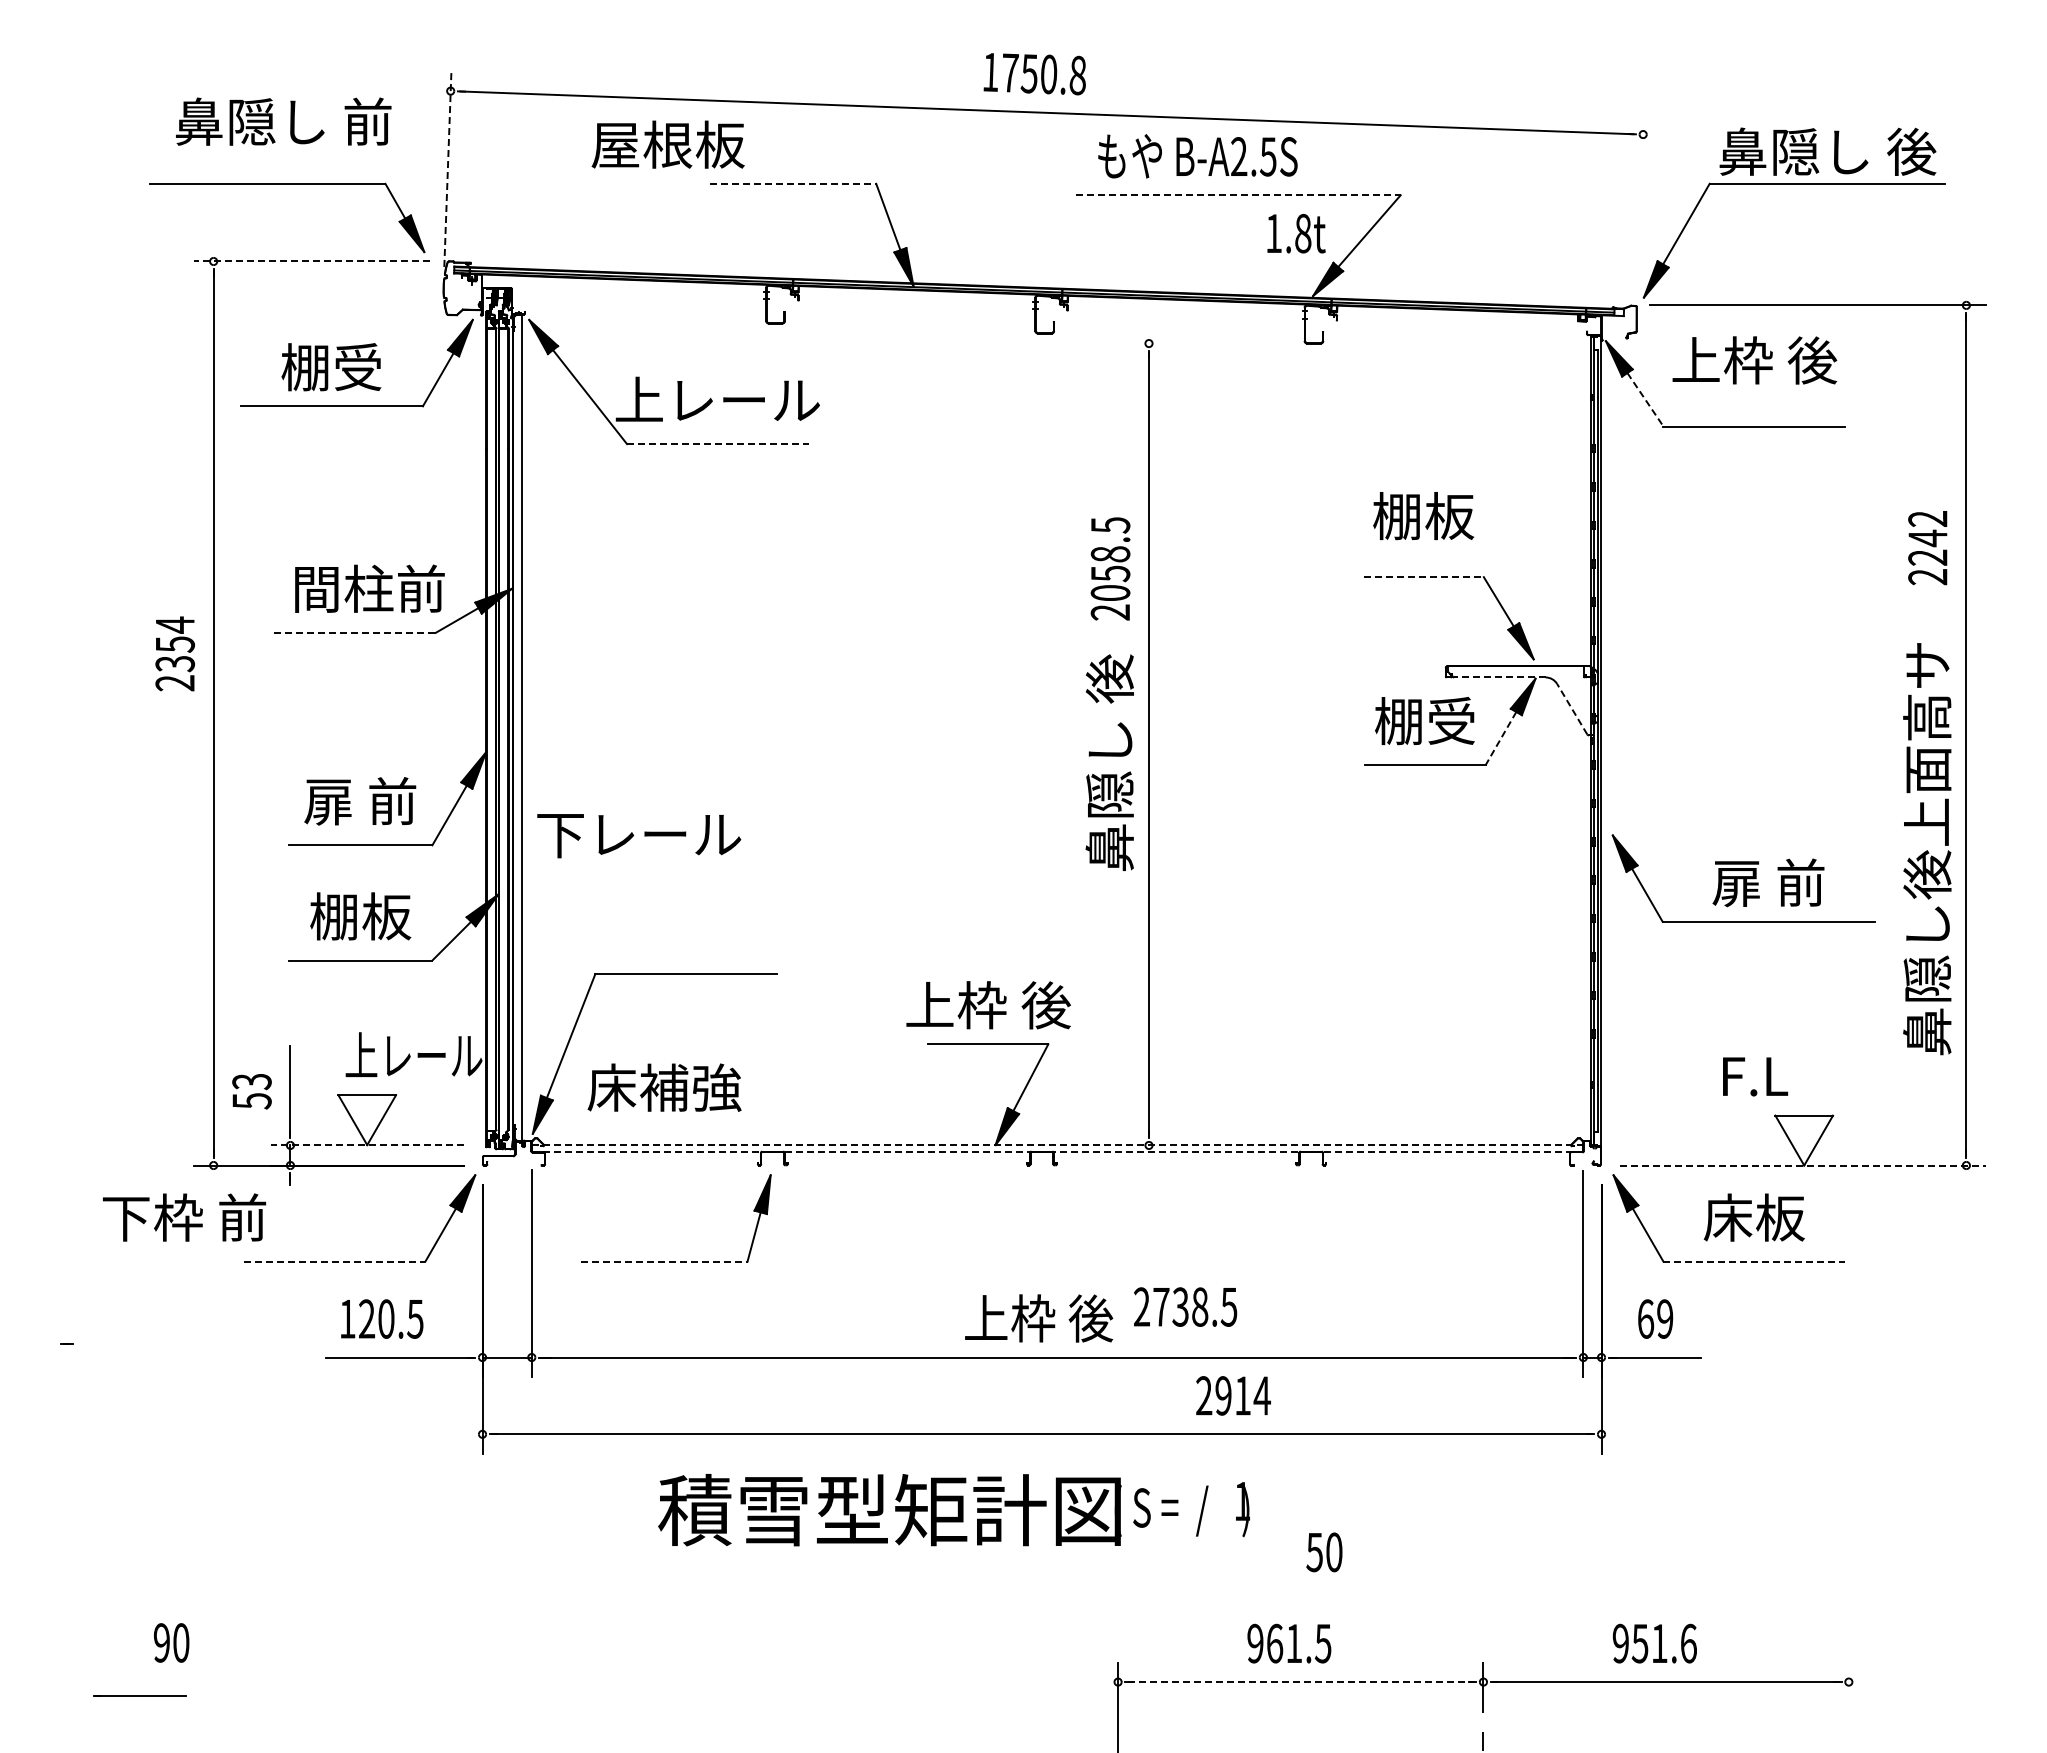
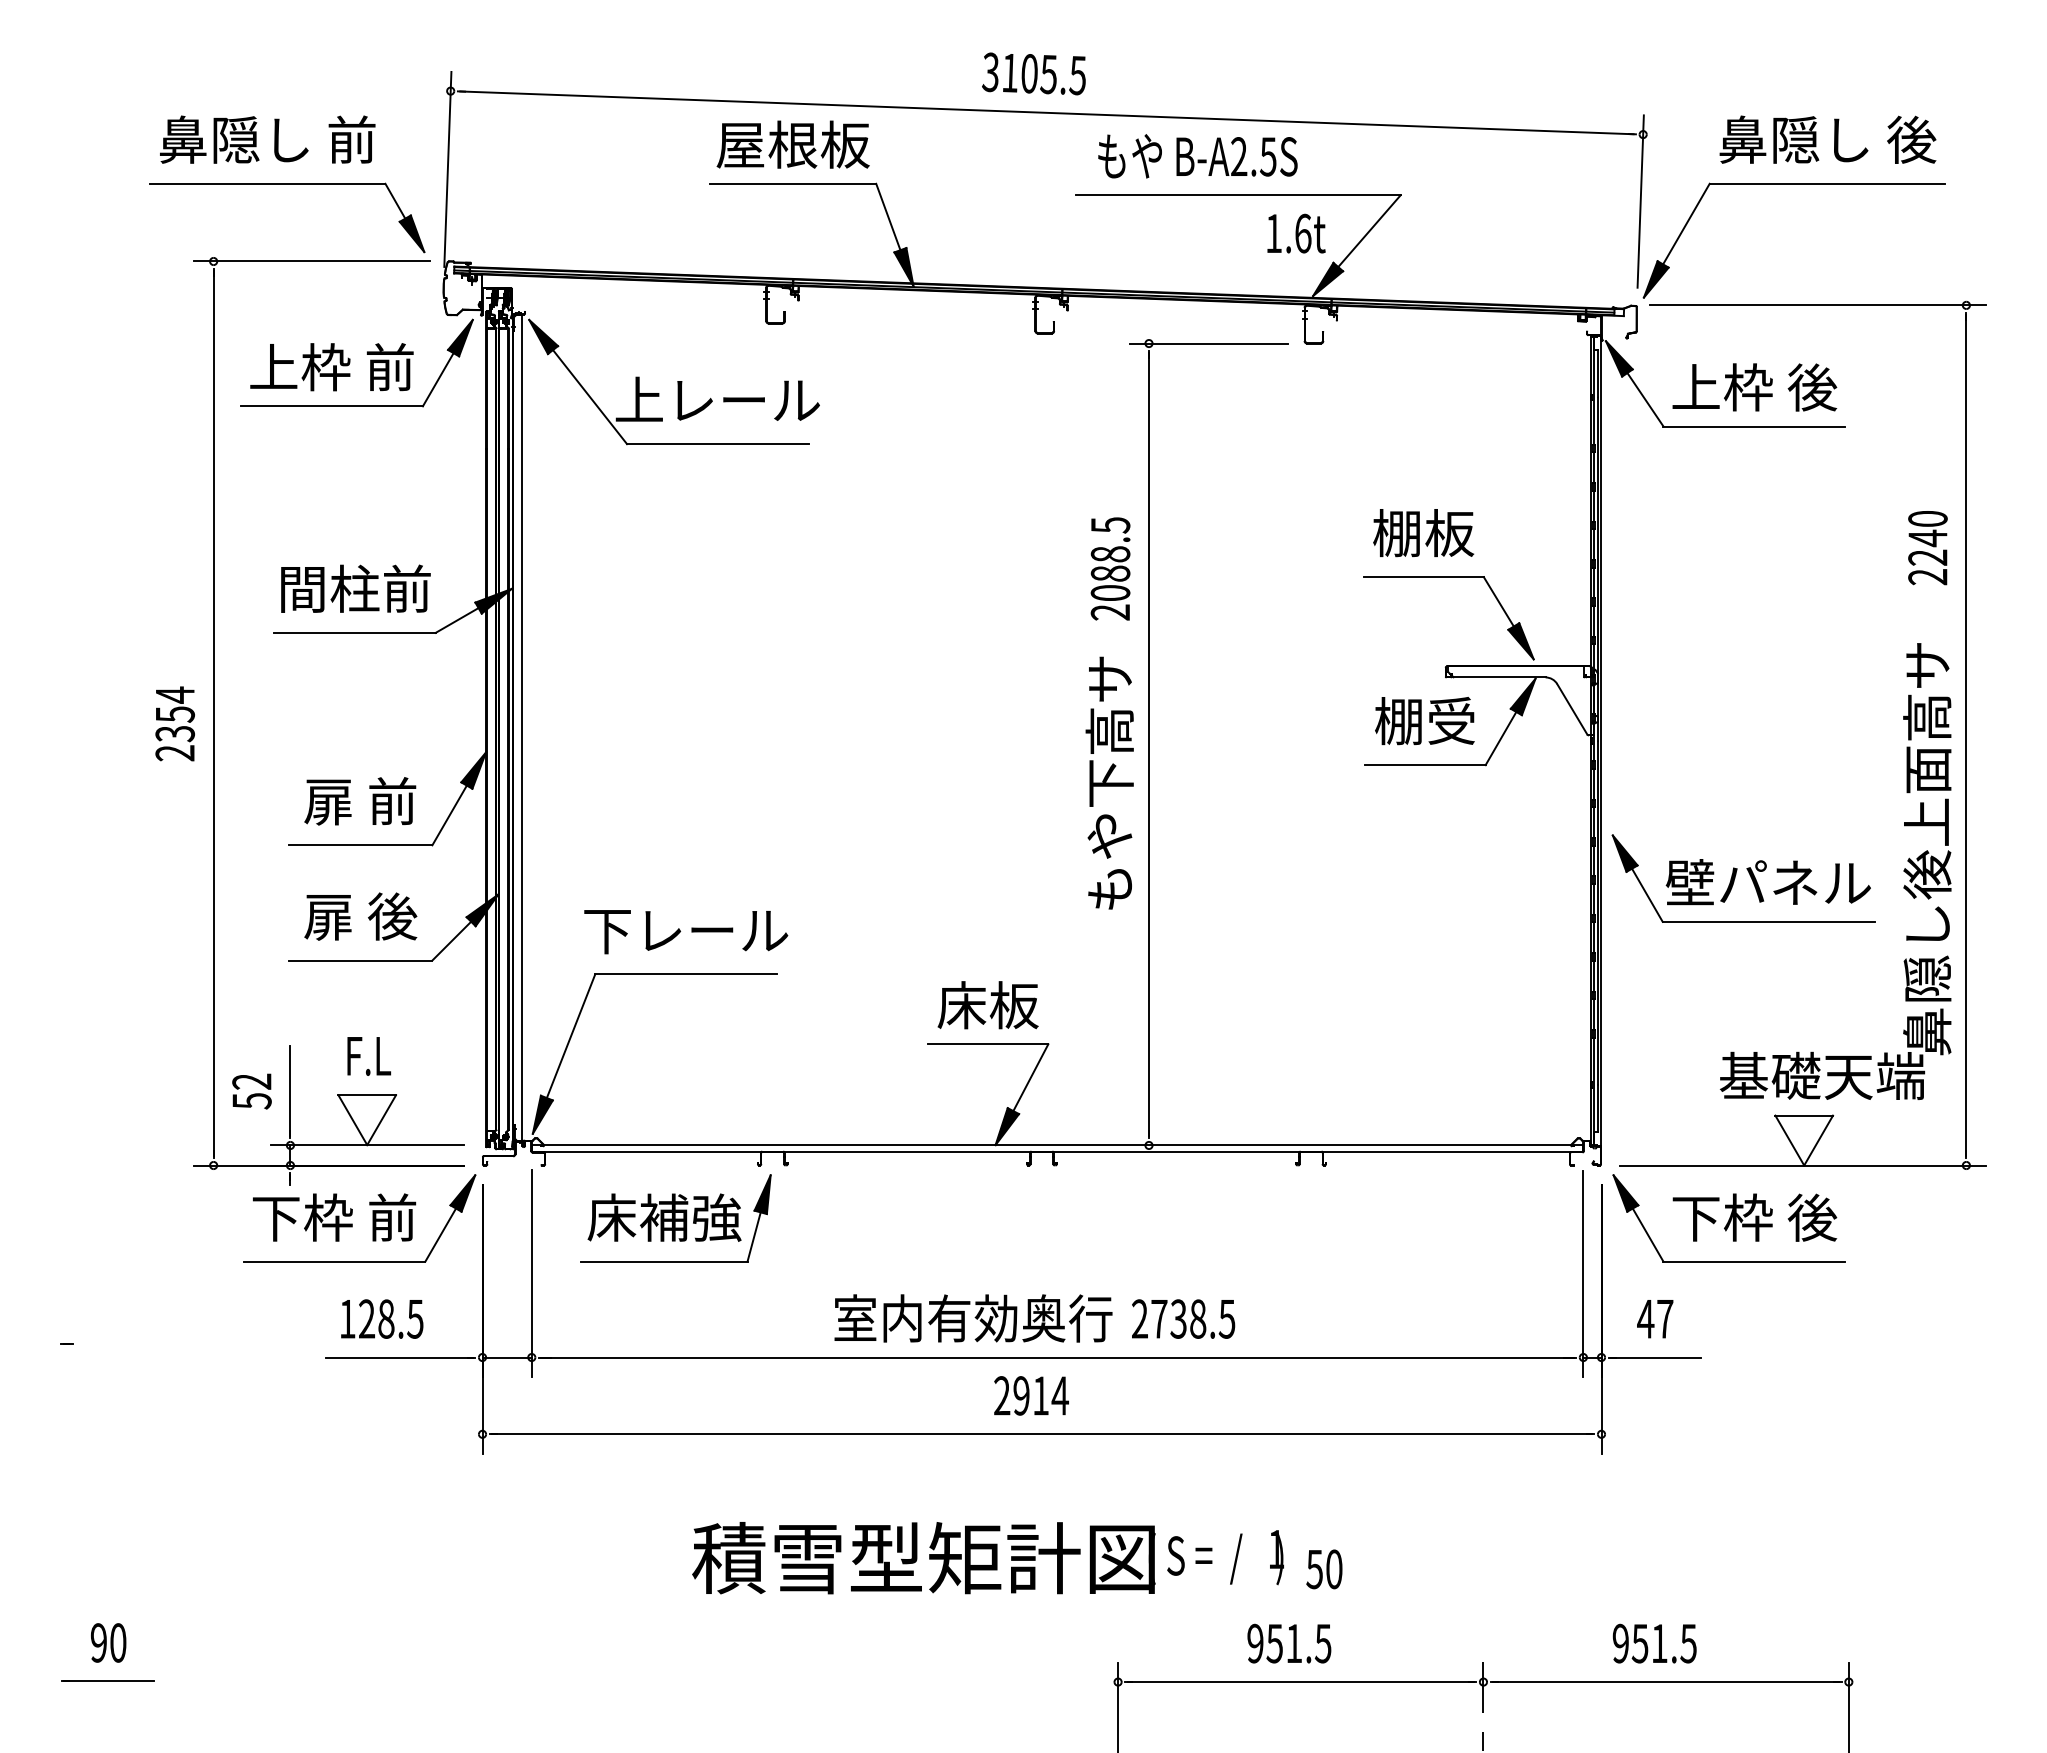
text at (1033, 73): 1750.8 -> 3105.5
text at (283, 121) position: (283, 121) -> (267, 139)
text at (667, 144) position: (667, 144) -> (792, 144)
text at (1827, 151) position: (1827, 151) -> (1827, 139)
line at (447, 169): dashed -> solid
line at (793, 183): dashed -> solid
line at (1238, 195): dashed -> solid
line at (1640, 201): none -> present
text at (1303, 233): 1.8t -> 1.6t
line at (312, 261): dashed -> solid
line at (1208, 343): none -> present
text at (1754, 360) position: (1754, 360) -> (1754, 387)
text at (331, 367): 棚受 -> 上枠 前
line at (1645, 400): dashed -> solid
line at (717, 444): dashed -> solid
text at (1423, 516) position: (1423, 516) -> (1423, 533)
text at (1927, 518): 2242 -> 2240
text at (1110, 573): 2058.5 -> 2088.5
line at (1424, 577): dashed -> solid
text at (369, 588) position: (369, 588) -> (355, 588)
line at (355, 632): dashed -> solid
text at (174, 653) position: (174, 653) -> (174, 723)
line at (1499, 677): dashed -> solid
line at (1571, 708): dashed -> solid
line at (1500, 738): dashed -> solid
text at (1109, 781): 鼻隠し 後 -> もや下高サ
text at (639, 836) position: (639, 836) -> (686, 932)
text at (1767, 882): 扉 前 -> 壁パネル
text at (360, 916): 棚板 -> 扉 後
text at (988, 1005): 上枠 後 -> 床板
text at (413, 1054): 上レール -> F.L
text at (1822, 1075): F.L -> 基礎天端
text at (252, 1081): 53 -> 52
text at (664, 1087) position: (664, 1087) -> (664, 1217)
line at (366, 1145): dashed -> solid
line at (1058, 1145): dashed -> solid
line at (1058, 1152): dashed -> solid
line at (1802, 1165): dashed -> solid
text at (184, 1217) position: (184, 1217) -> (334, 1217)
text at (1754, 1217): 床板 -> 下枠 後
line at (334, 1261): dashed -> solid
line at (664, 1261): dashed -> solid
line at (1754, 1261): dashed -> solid
text at (1185, 1306) position: (1185, 1306) -> (1183, 1318)
text at (386, 1318): 120.5 -> 128.5
text at (973, 1318): 上枠 後 -> 室内有効奥行
text at (1655, 1318): 69 -> 47
text at (1233, 1395) position: (1233, 1395) -> (1031, 1395)
text at (953, 1510) position: (953, 1510) -> (987, 1558)
text at (1324, 1552) position: (1324, 1552) -> (1324, 1569)
text at (171, 1642) position: (171, 1642) -> (108, 1642)
text at (1274, 1643): 961.5 -> 951.5
text at (1688, 1643): 951.6 -> 951.5
line at (1301, 1682): dashed -> solid
line at (139, 1695) position: (139, 1695) -> (107, 1680)
line at (1848, 1705): none -> present
